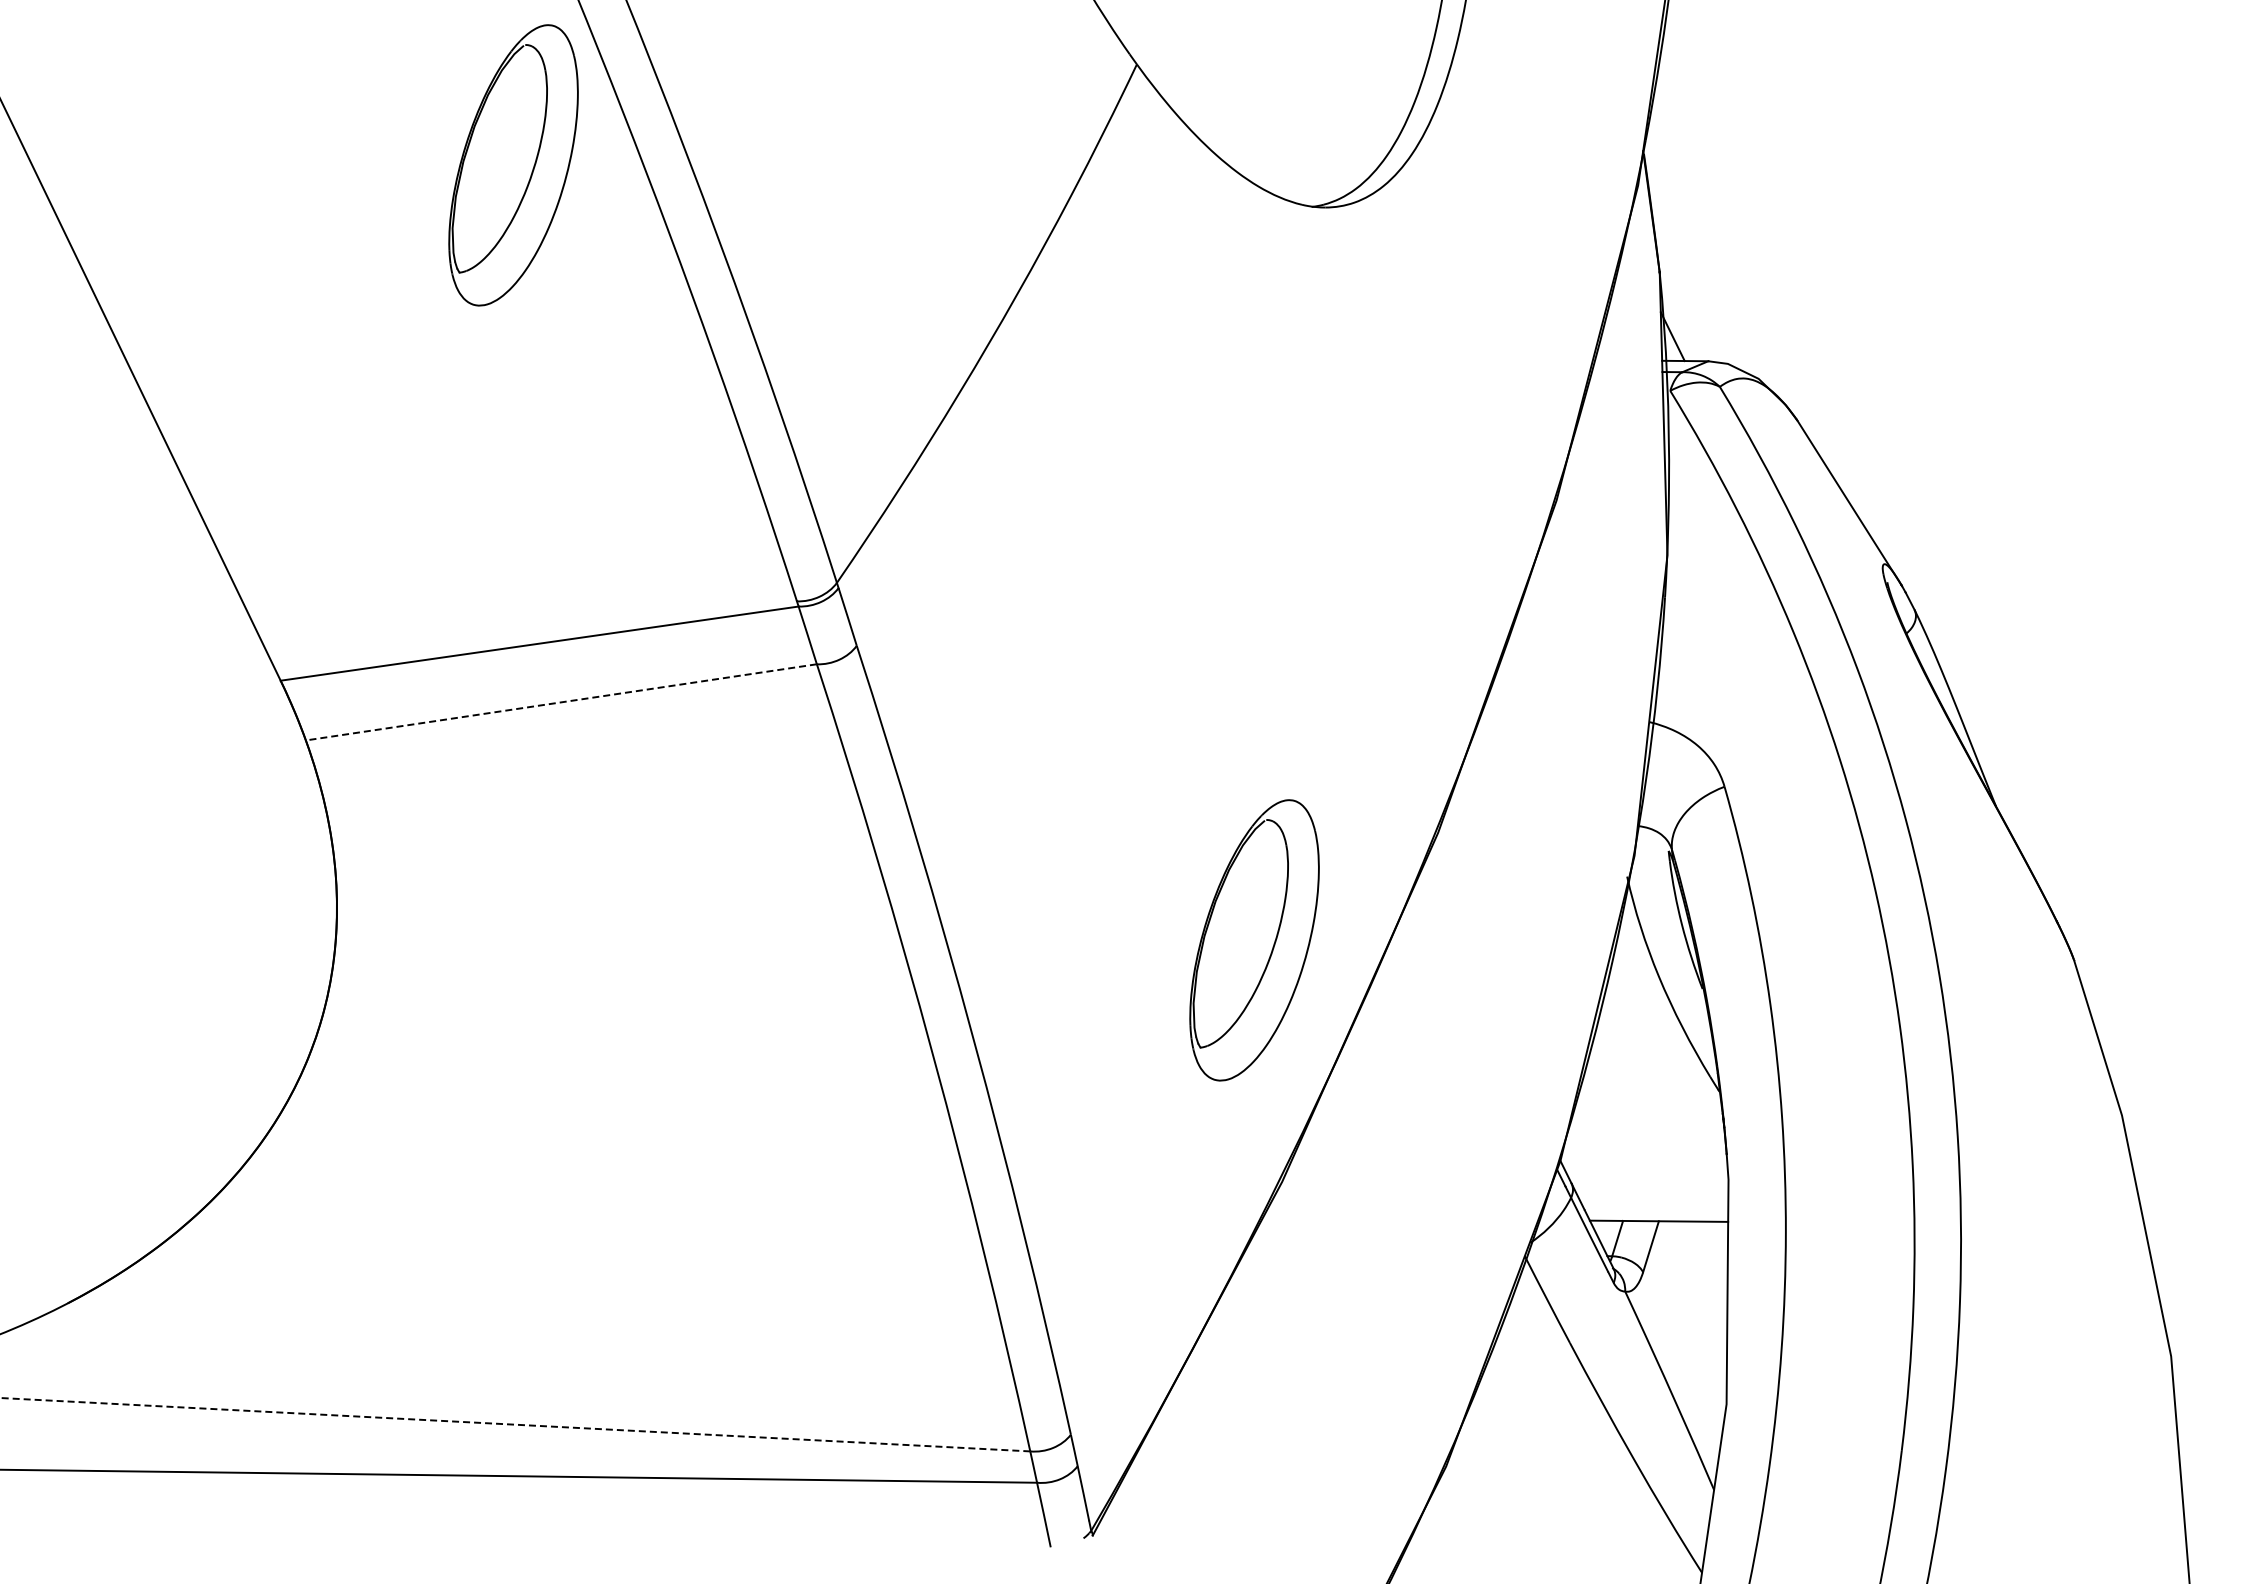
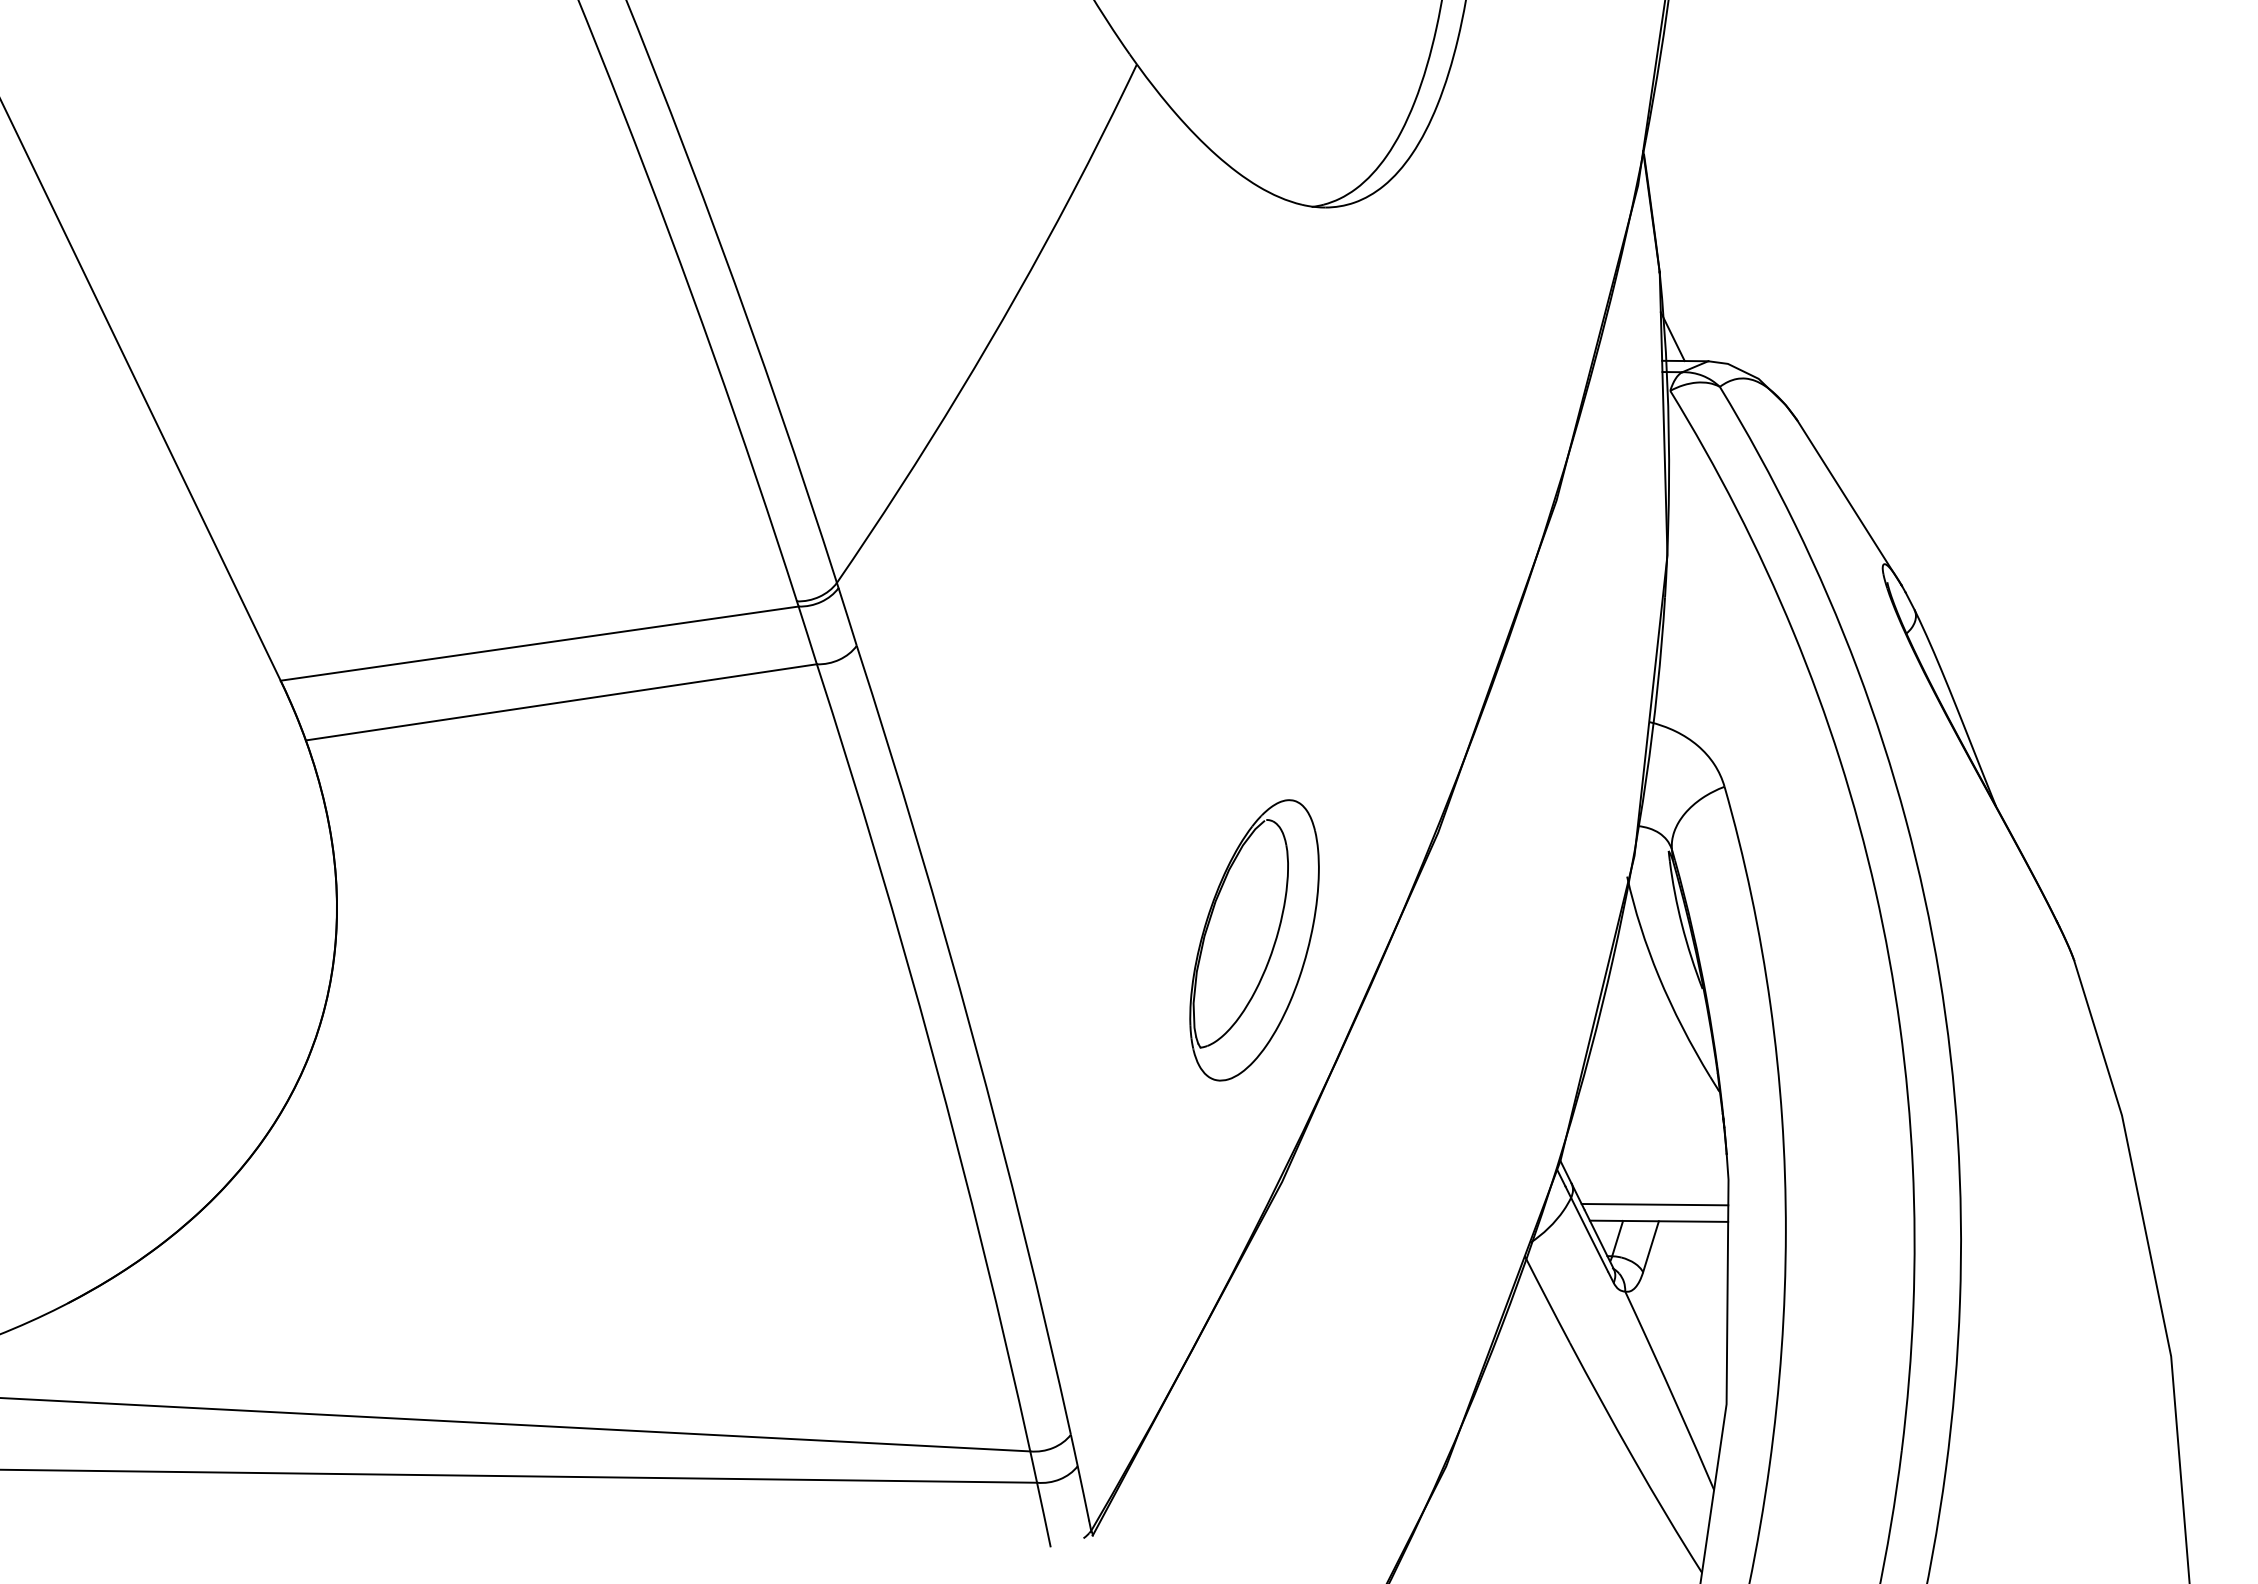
part at (513, 165): present -> none
line at (560, 702): dashed -> solid
line at (1654, 1204): none -> present
line at (515, 1424): dashed -> solid
